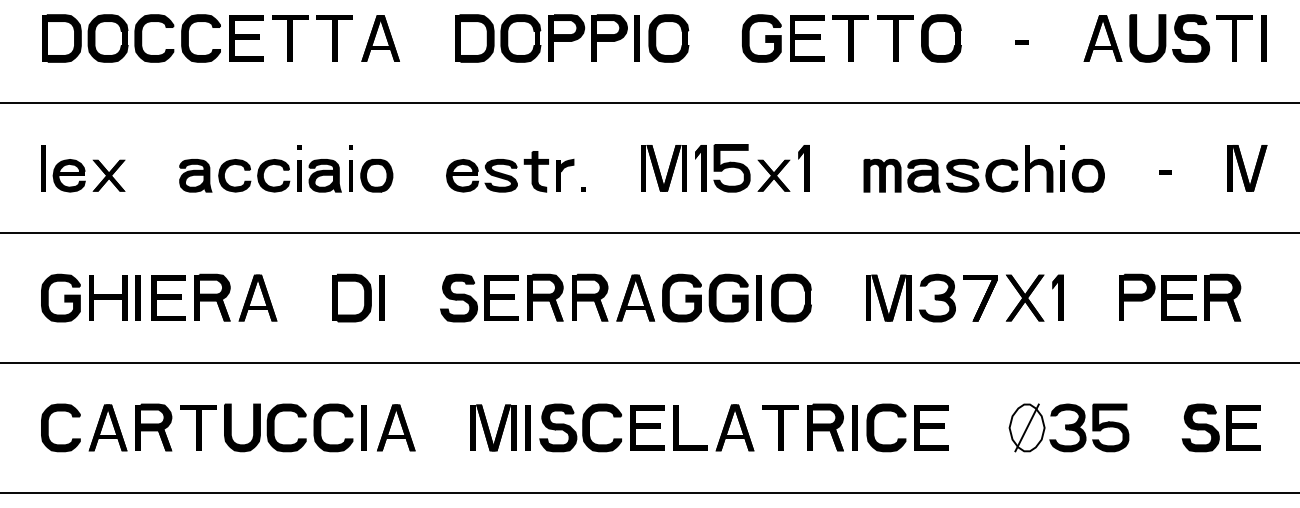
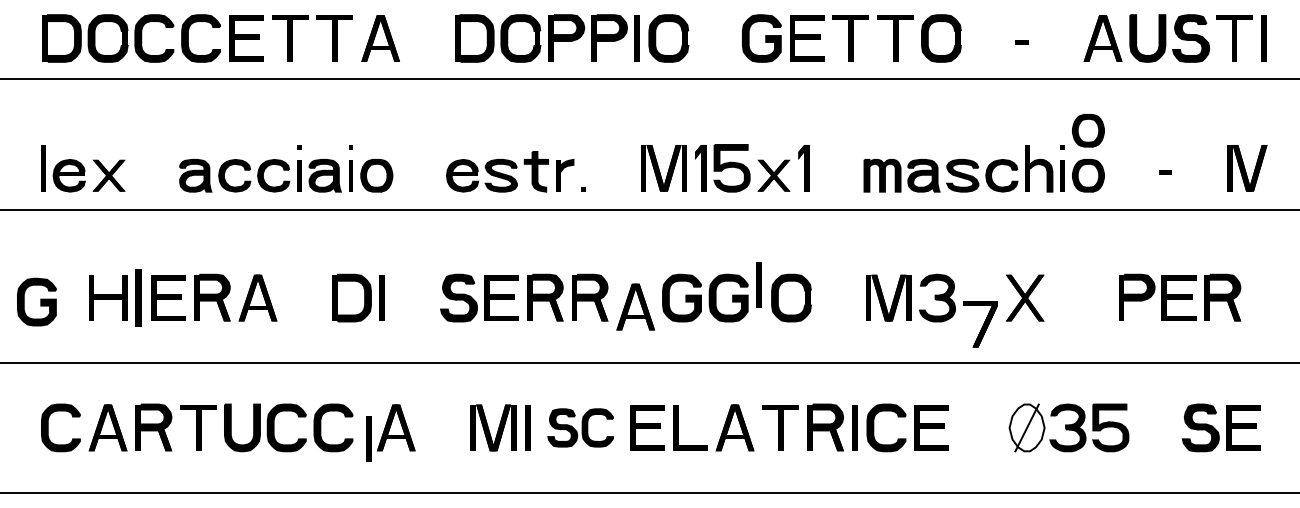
line at (649, 103) position: (649, 103) -> (649, 79)
part at (1088, 130): none -> present
line at (649, 233) position: (649, 233) -> (649, 210)
part at (60, 297) position: (60, 297) -> (36, 301)
part at (137, 297) size: 6x46 px -> 7x58 px
part at (635, 297) position: (635, 297) -> (635, 306)
part at (758, 297) position: (758, 297) -> (758, 284)
part at (1057, 297): present -> none
part at (980, 298) position: (980, 298) -> (980, 324)
part at (363, 427) position: (363, 427) -> (368, 438)
part at (580, 427) size: 83x50 px -> 67x40 px
